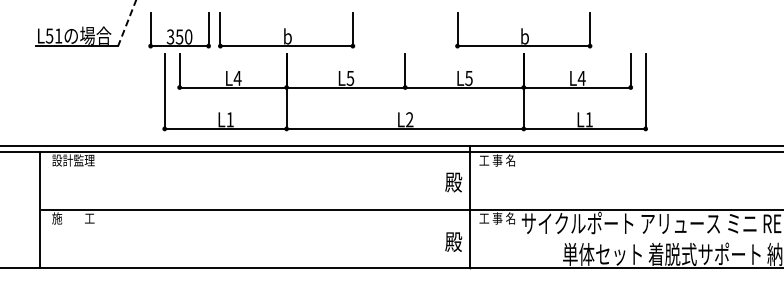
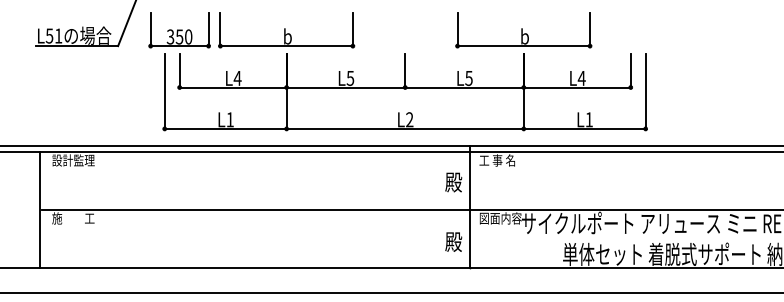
line at (126, 23): dashed -> solid
text at (500, 218): 工 事 名 -> 図面内容
line at (391, 293): none -> present
